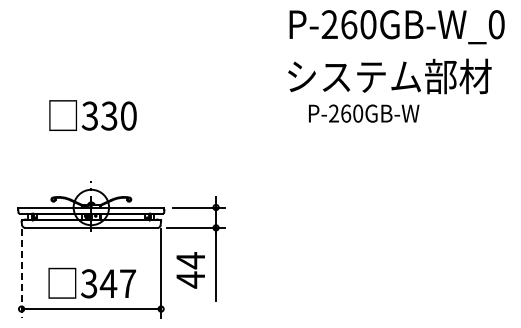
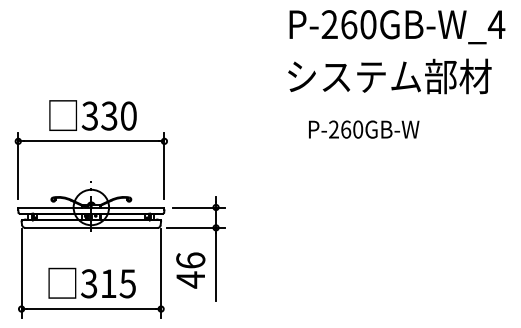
text at (496, 24): P-260GB-W_0 -> P-260GB-W_4
text at (364, 113) position: (364, 113) -> (364, 129)
part at (90, 141): none -> present
text at (190, 260): 44 -> 46
line at (21, 274): dashed -> solid
text at (117, 283): 347 -> 315
